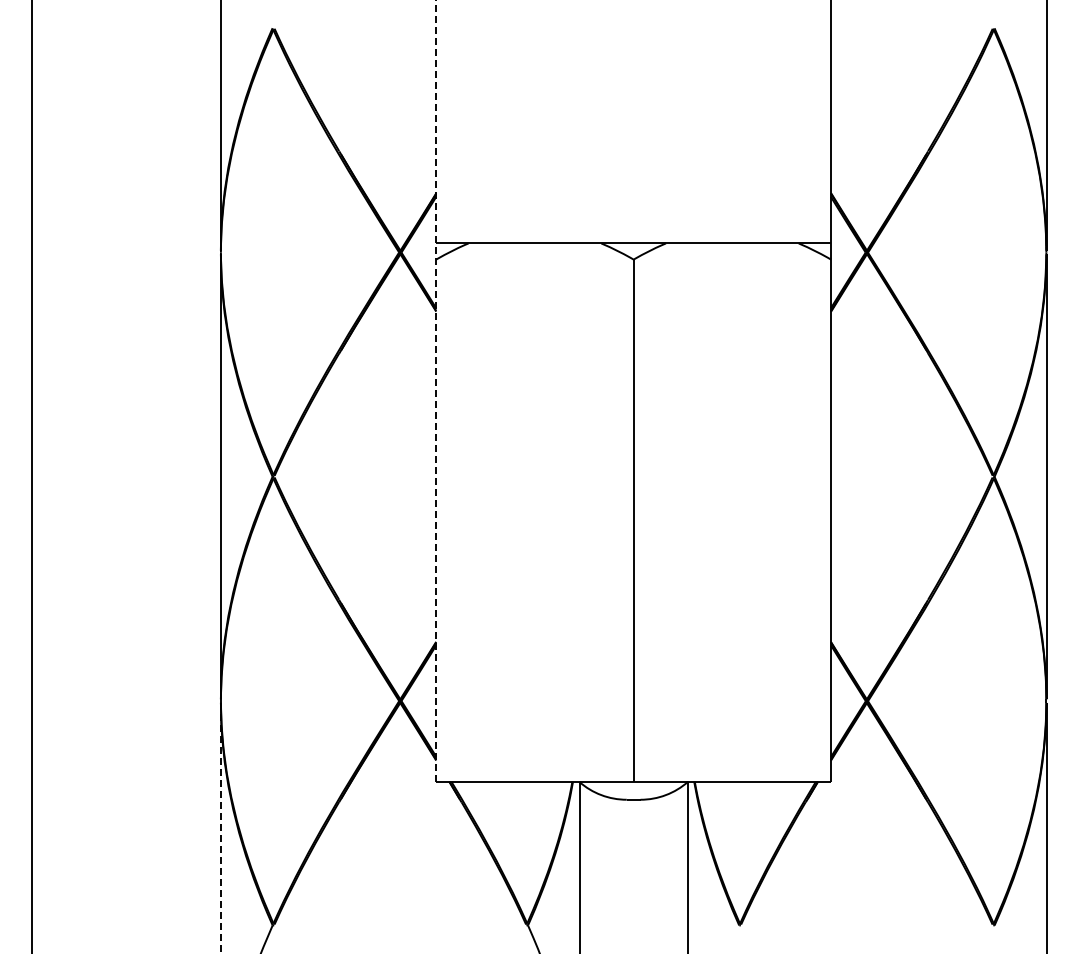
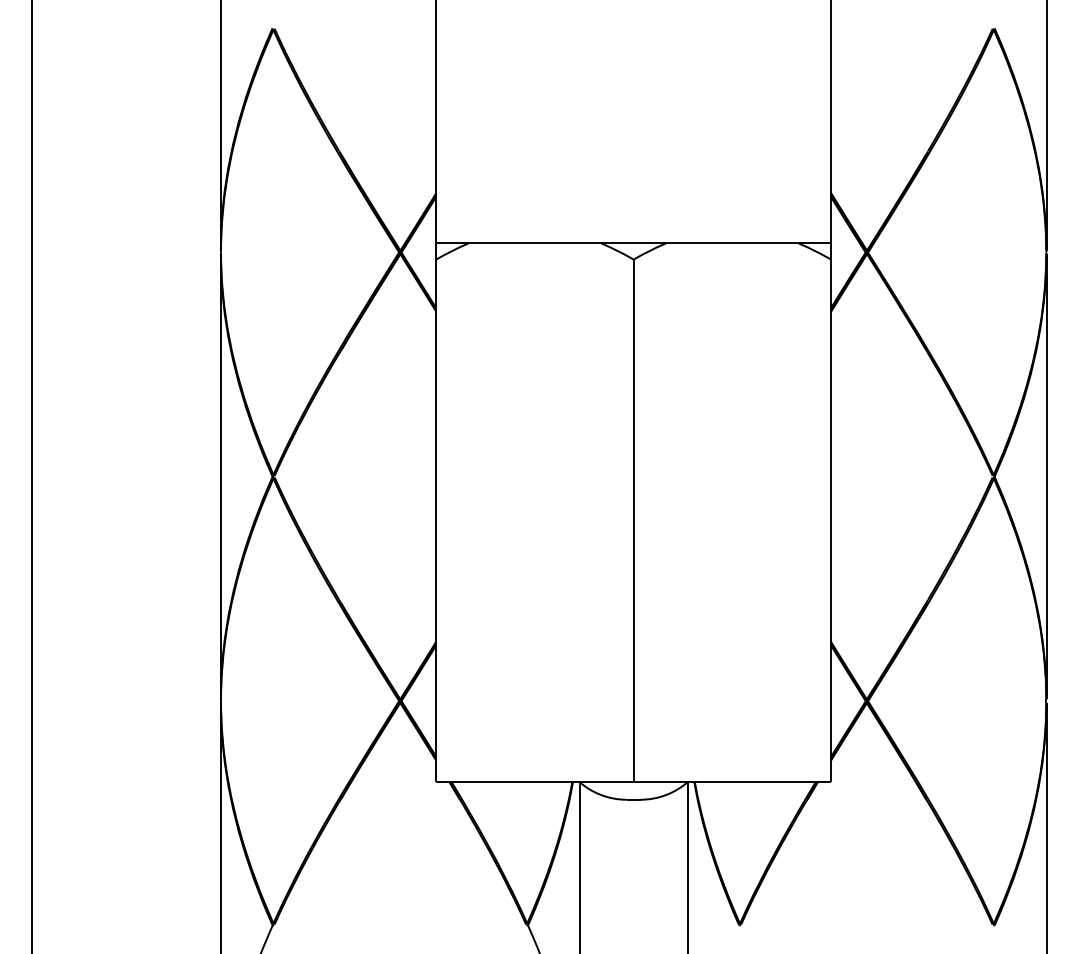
line at (436, 391): dashed -> solid
line at (220, 828): dashed -> solid
